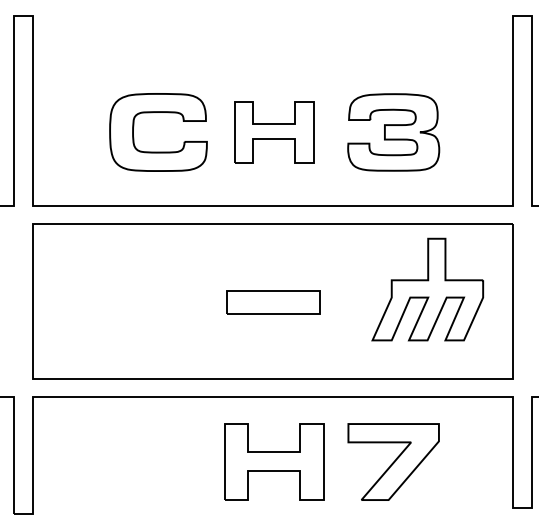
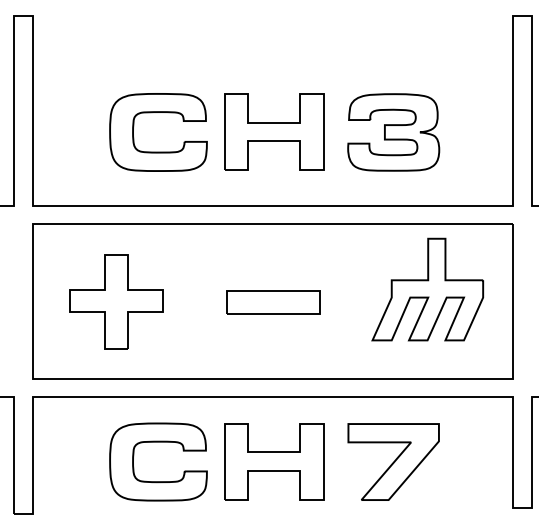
part at (274, 132) size: 81x63 px -> 101x78 px
part at (116, 301): none -> present
part at (158, 442): none -> present
